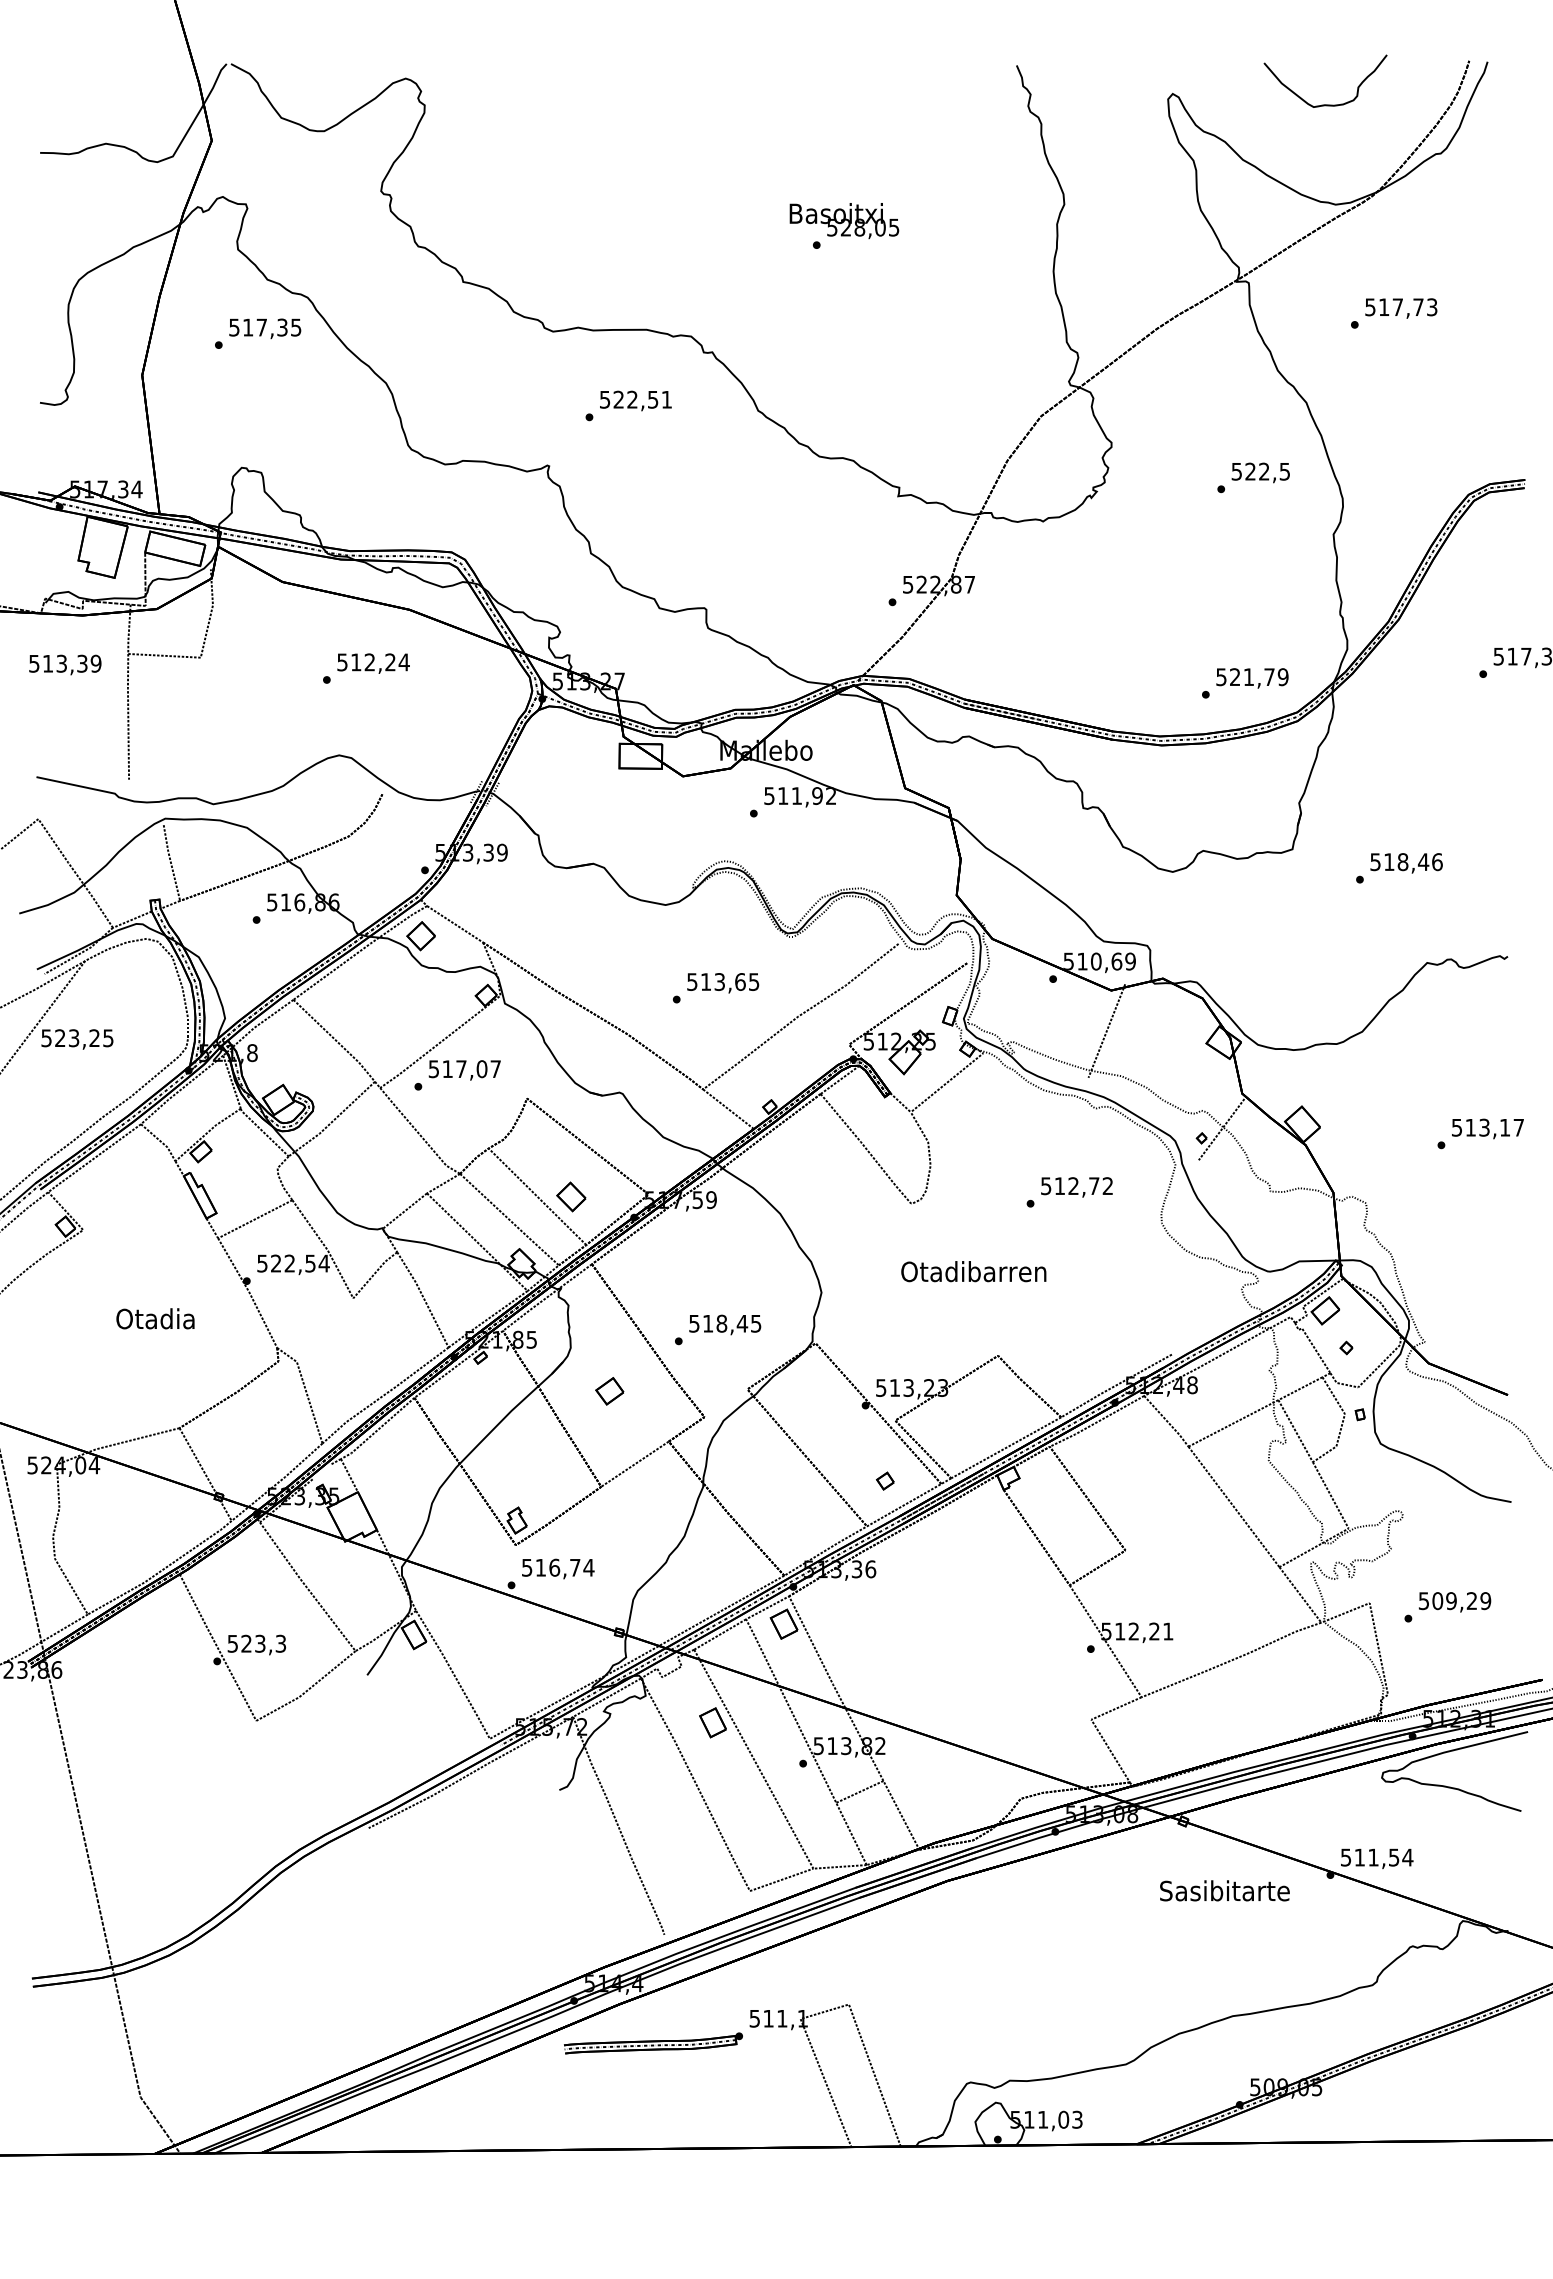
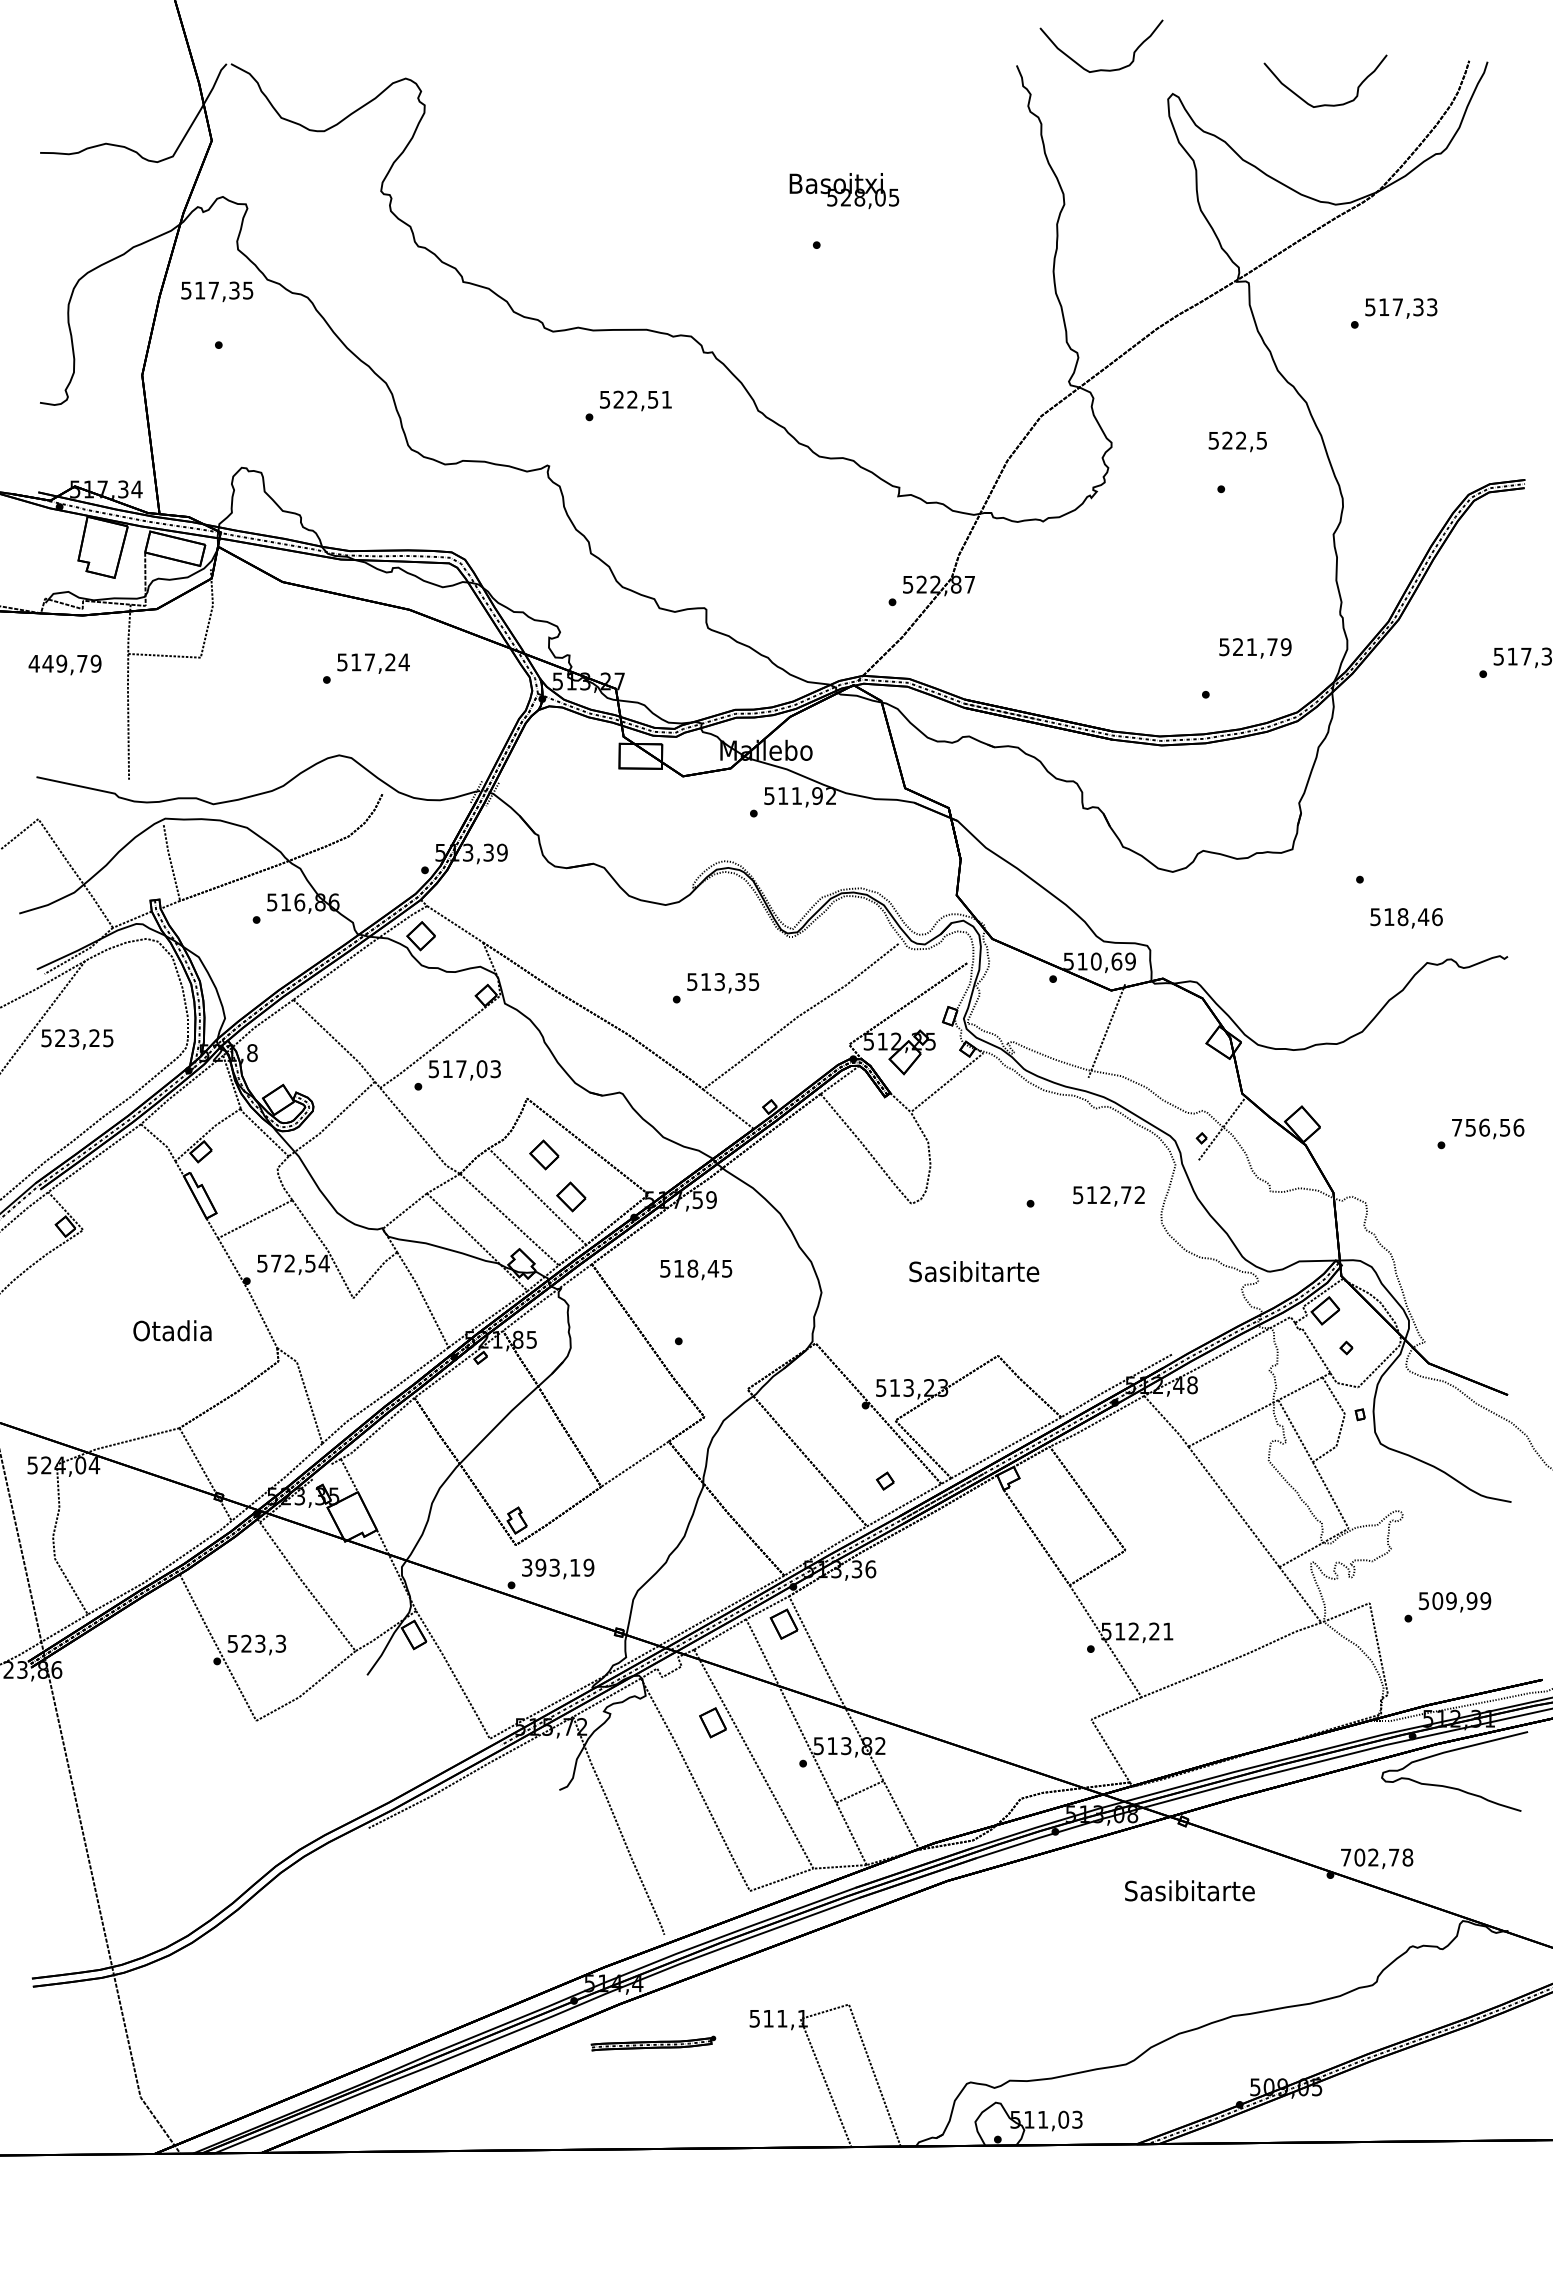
curve at (1101, 69): none -> present
text at (844, 221) position: (844, 221) -> (844, 191)
text at (1418, 307): 517,73 -> 517,33
text at (265, 328) position: (265, 328) -> (217, 291)
text at (1260, 472) position: (1260, 472) -> (1237, 441)
text at (369, 662): 512,24 -> 517,24
text at (57, 663): 513,39 -> 449,79
text at (1252, 678) position: (1252, 678) -> (1255, 648)
text at (1406, 863) position: (1406, 863) -> (1406, 918)
text at (740, 981): 513,65 -> 513,35
text at (495, 1069): 517,07 -> 517,03
text at (1488, 1127): 513,17 -> 756,56
part at (544, 1154): none -> present
text at (1076, 1187) position: (1076, 1187) -> (1108, 1196)
text at (276, 1263): 522,54 -> 572,54
text at (973, 1271): Otadibarren -> Sasibitarte
text at (155, 1318) position: (155, 1318) -> (172, 1330)
text at (725, 1324) position: (725, 1324) -> (696, 1269)
part at (609, 1391): present -> none
text at (558, 1567): 516,74 -> 393,19
text at (1471, 1601): 509,29 -> 509,99
text at (1377, 1857): 511,54 -> 702,78
text at (1224, 1890) position: (1224, 1890) -> (1189, 1890)
part at (653, 2043) size: 179x23 px -> 127x17 px
